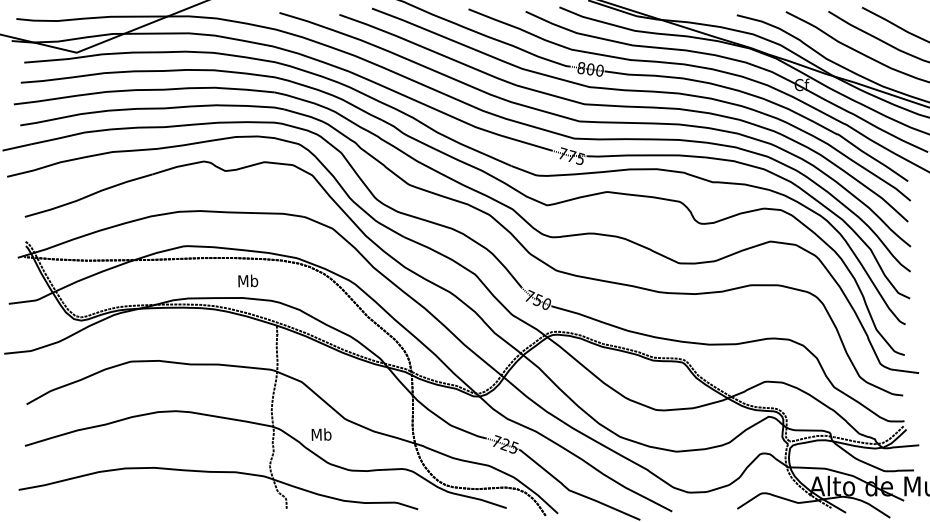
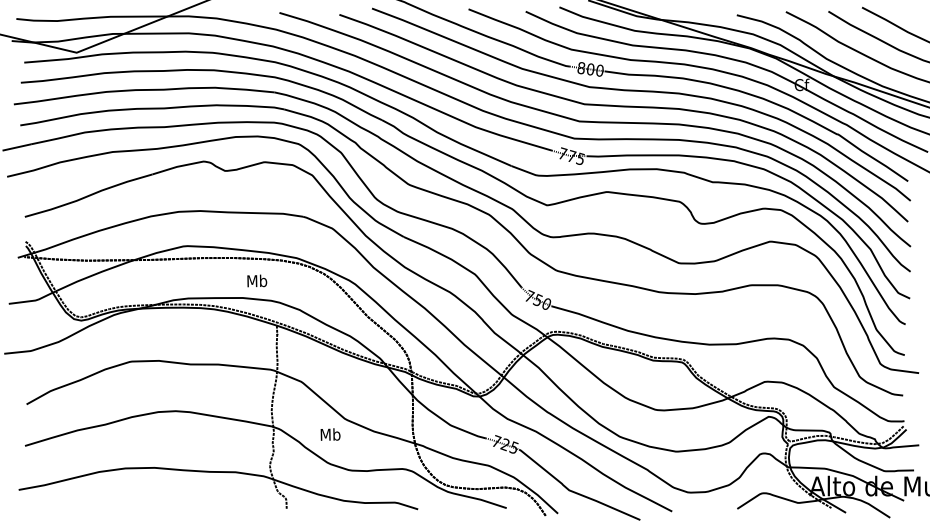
text at (248, 280) position: (248, 280) -> (257, 280)
text at (321, 434) position: (321, 434) -> (330, 434)
